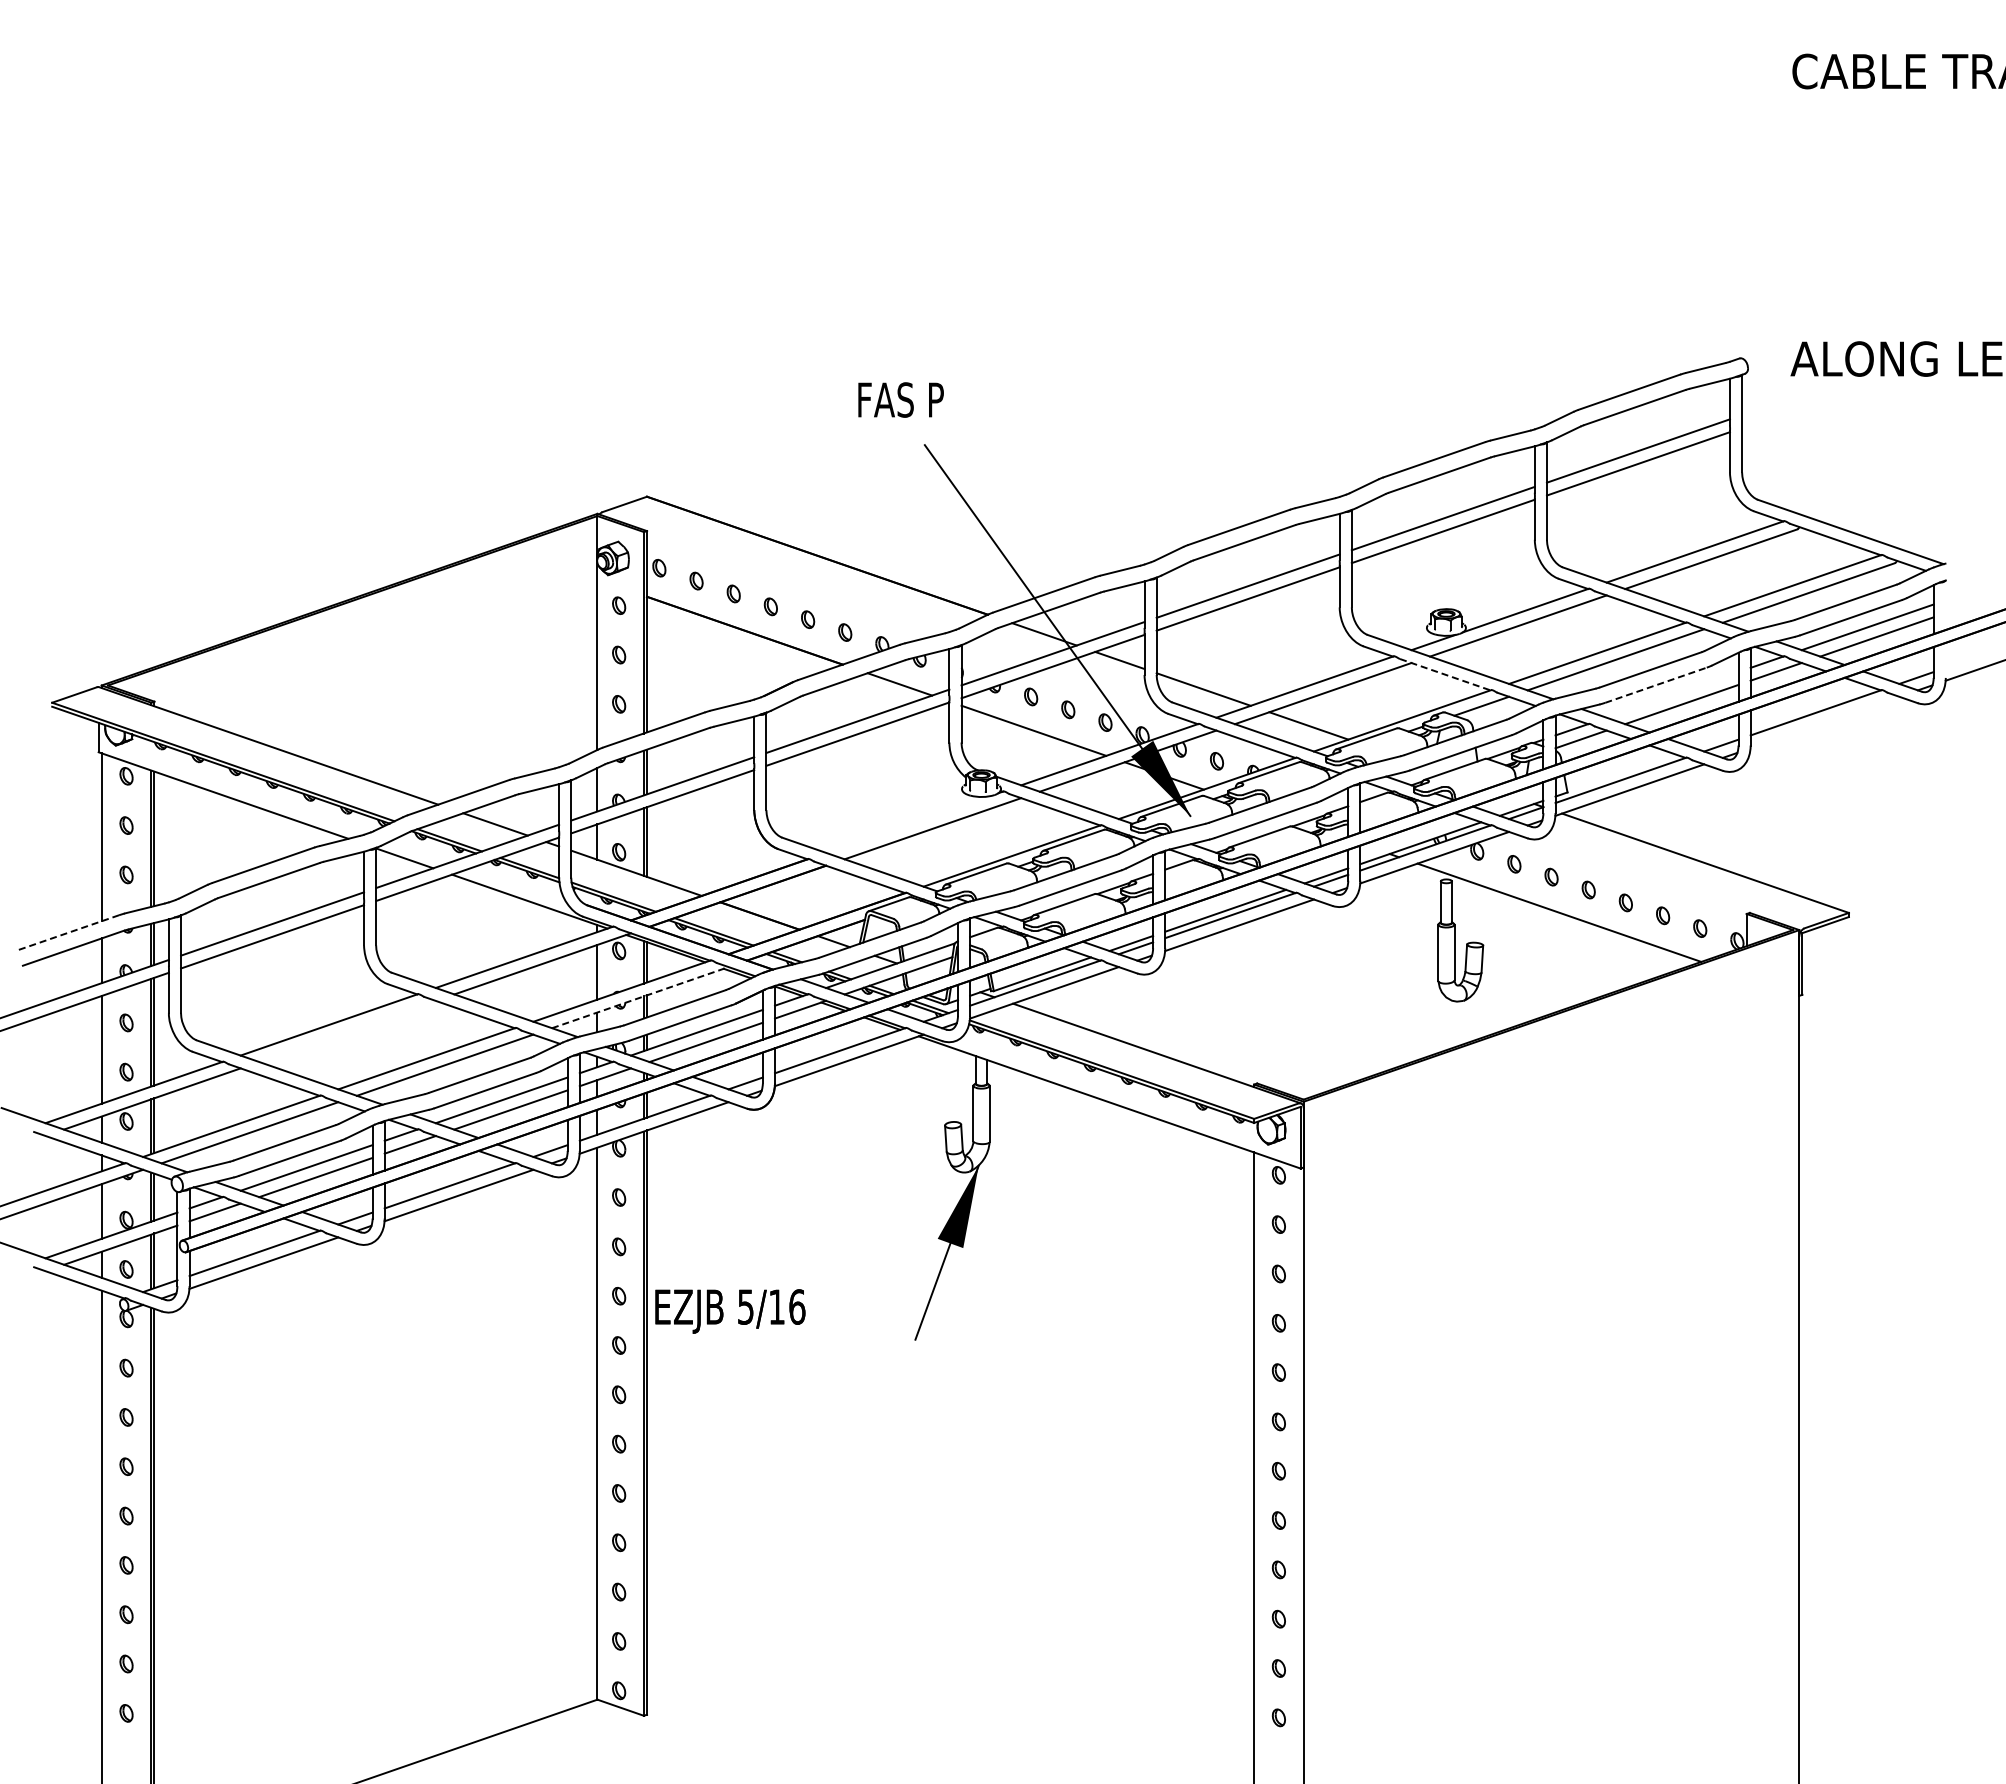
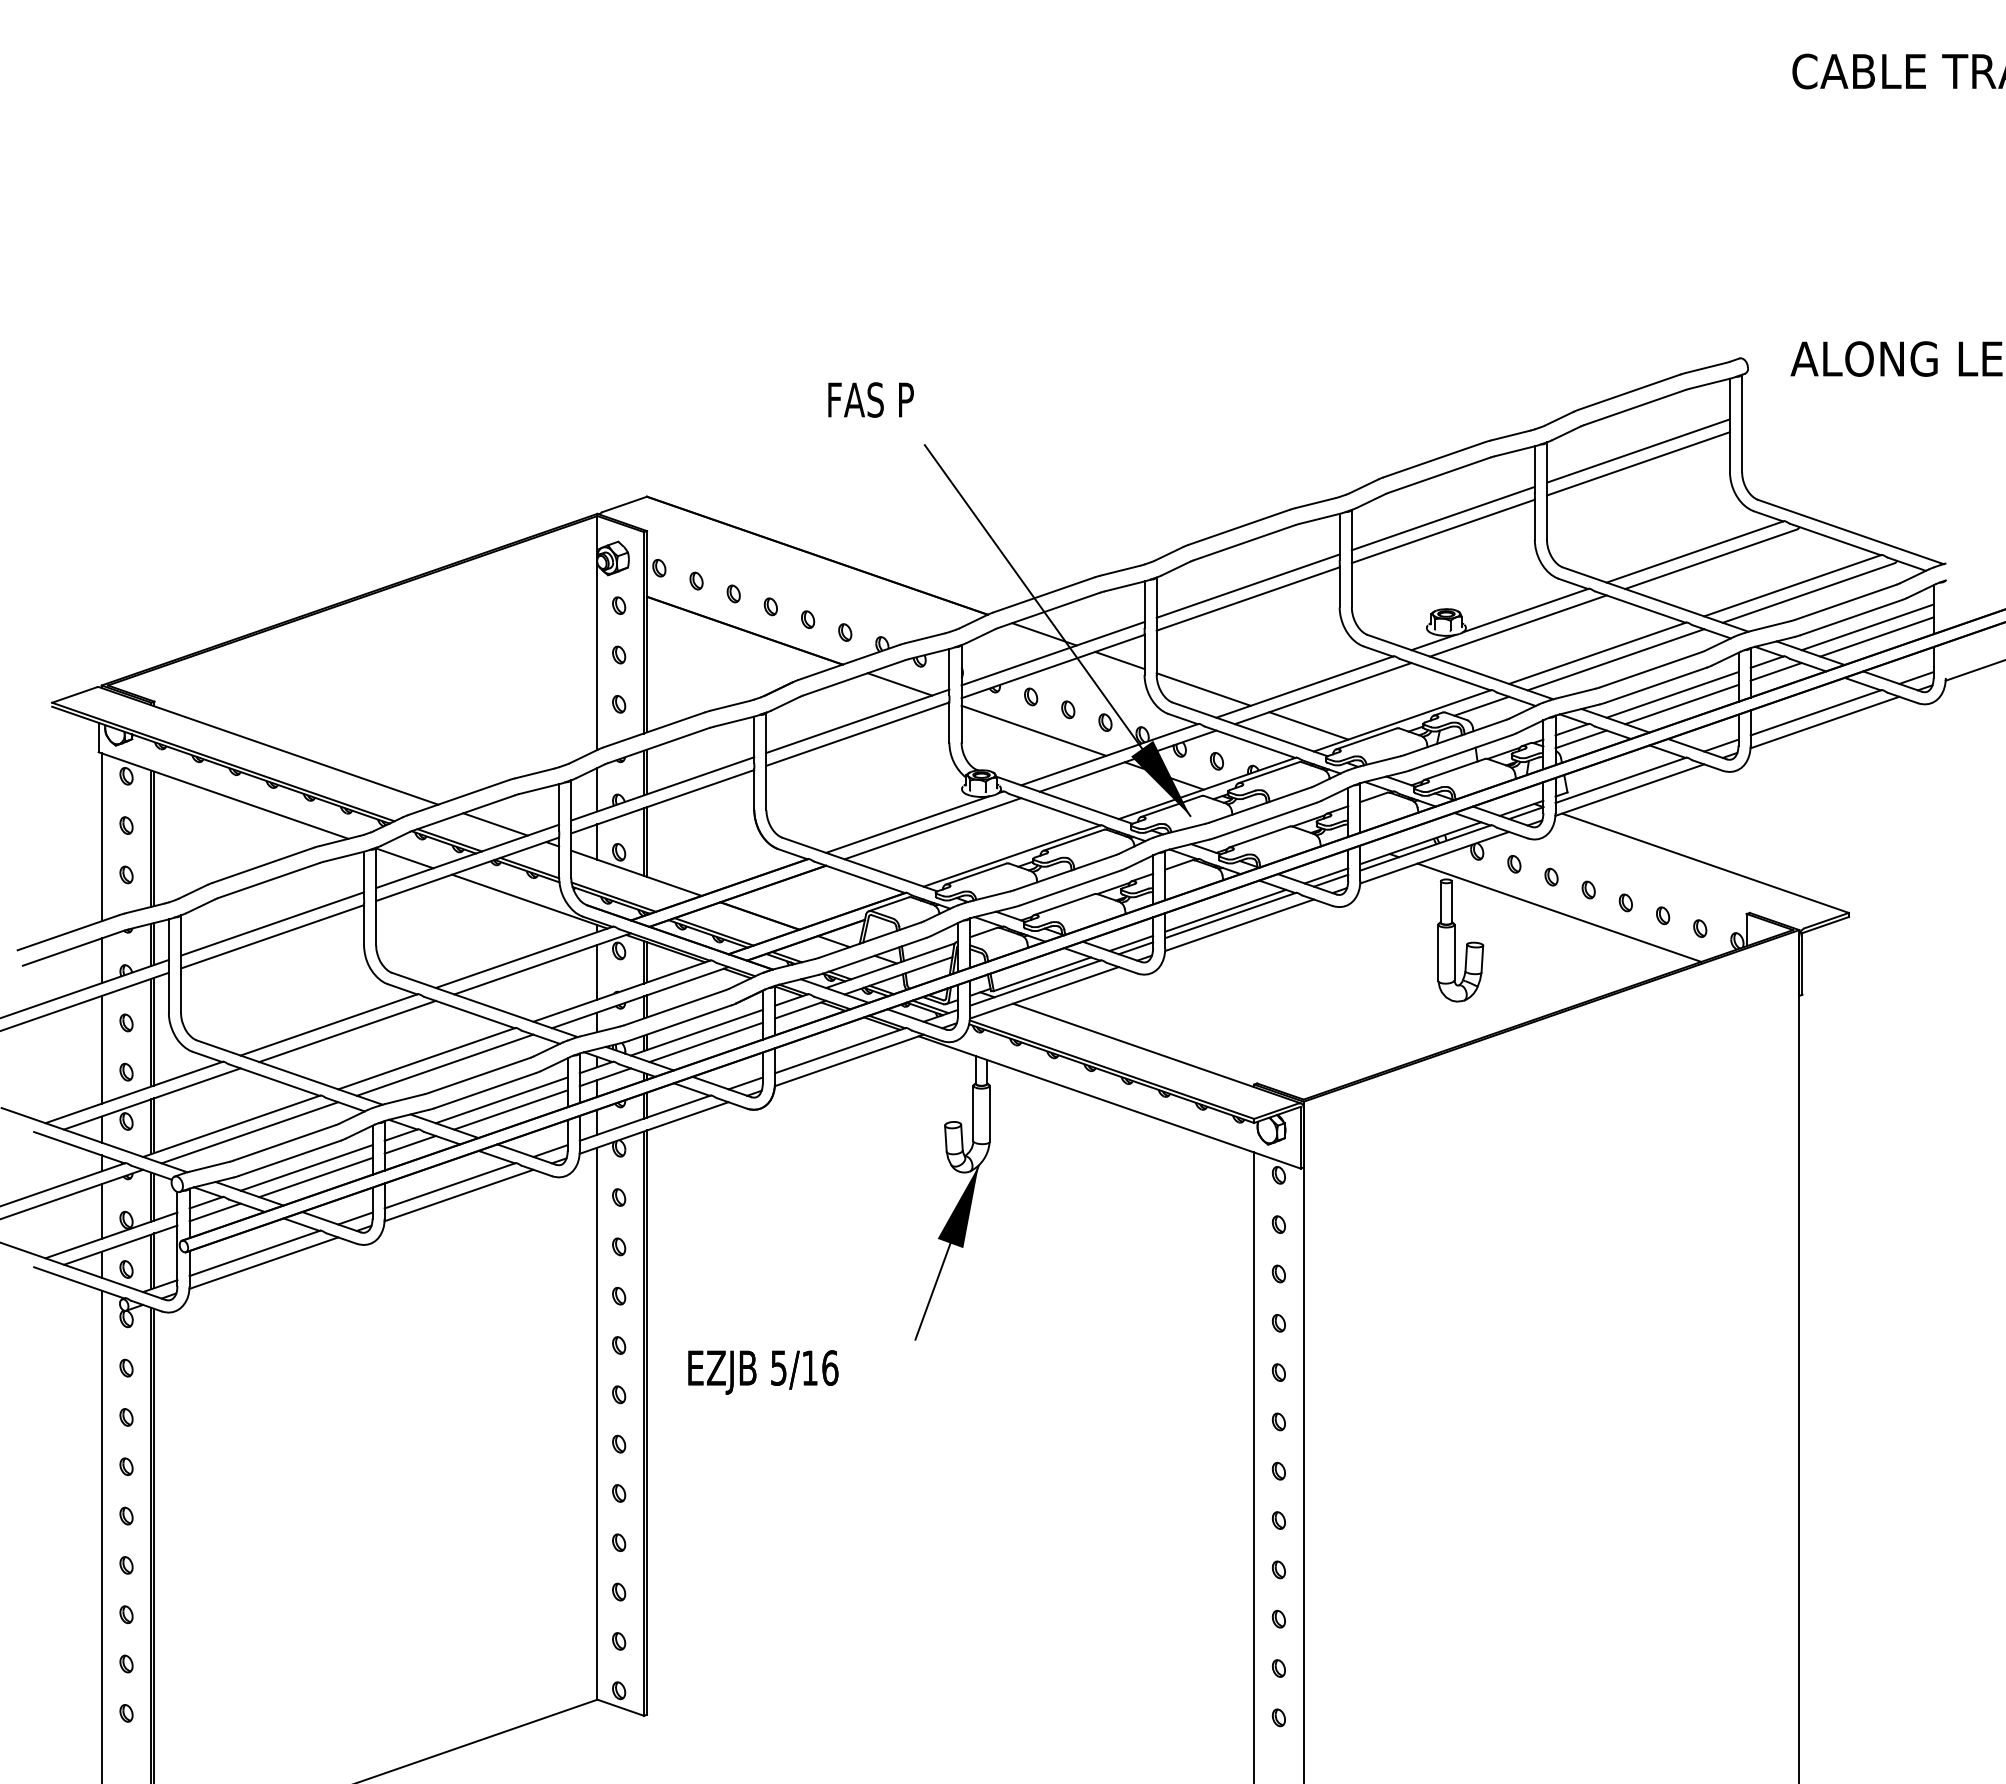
text at (900, 399) position: (900, 399) -> (870, 399)
line at (1445, 674): dashed -> solid
line at (1656, 685): dashed -> solid
line at (1672, 694): none -> present
line at (1824, 722): none -> present
line at (907, 824): none -> present
line at (68, 932): dashed -> solid
line at (640, 997): dashed -> solid
line at (347, 1031): none -> present
text at (730, 1311) position: (730, 1311) -> (763, 1372)
